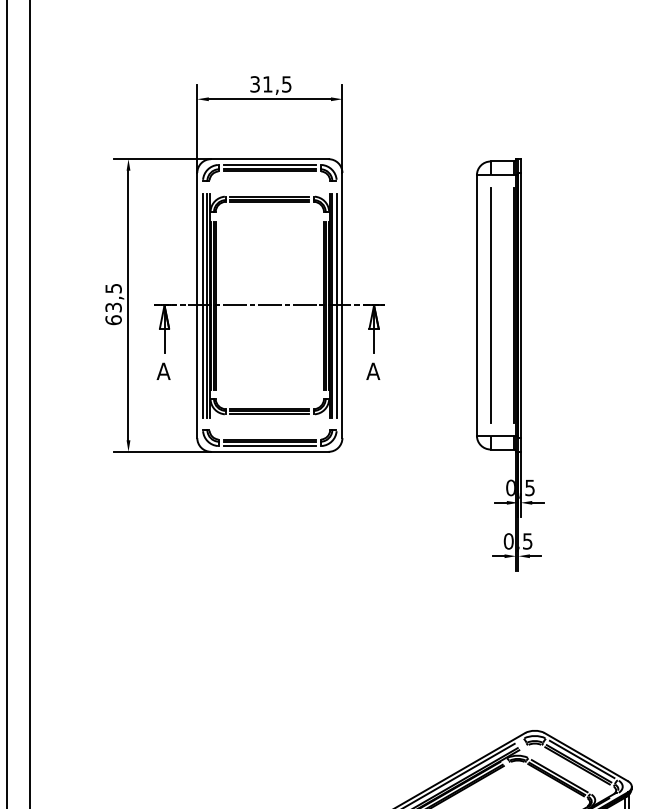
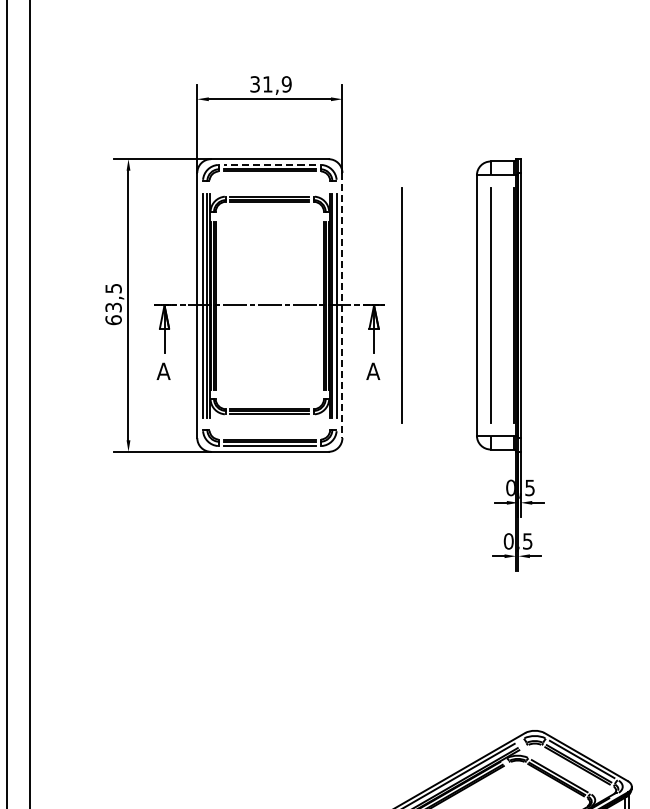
text at (286, 84): 31,5 -> 31,9
line at (269, 164): solid -> dashed
line at (342, 305): solid -> dashed
line at (401, 305): none -> present
